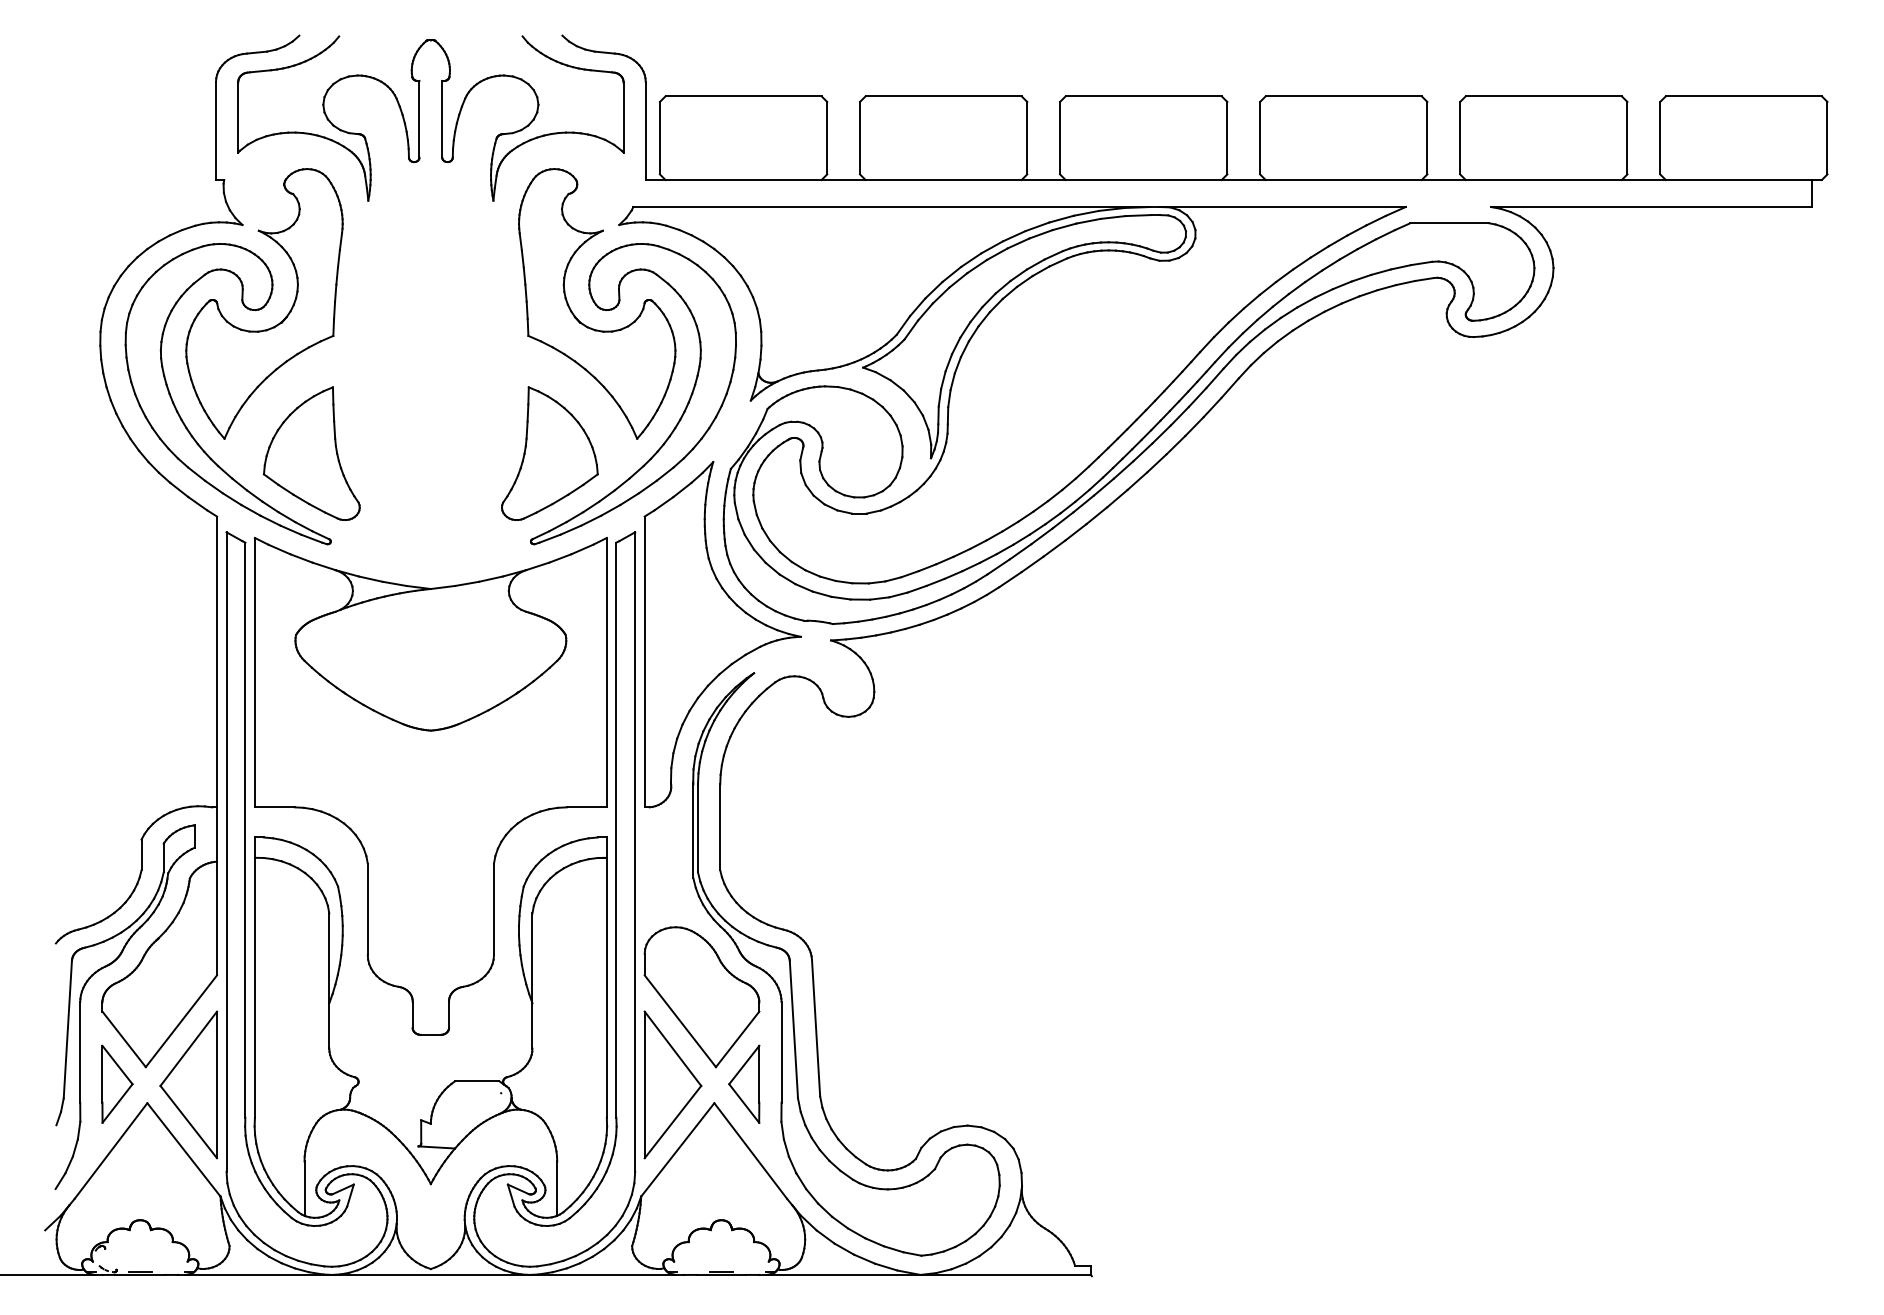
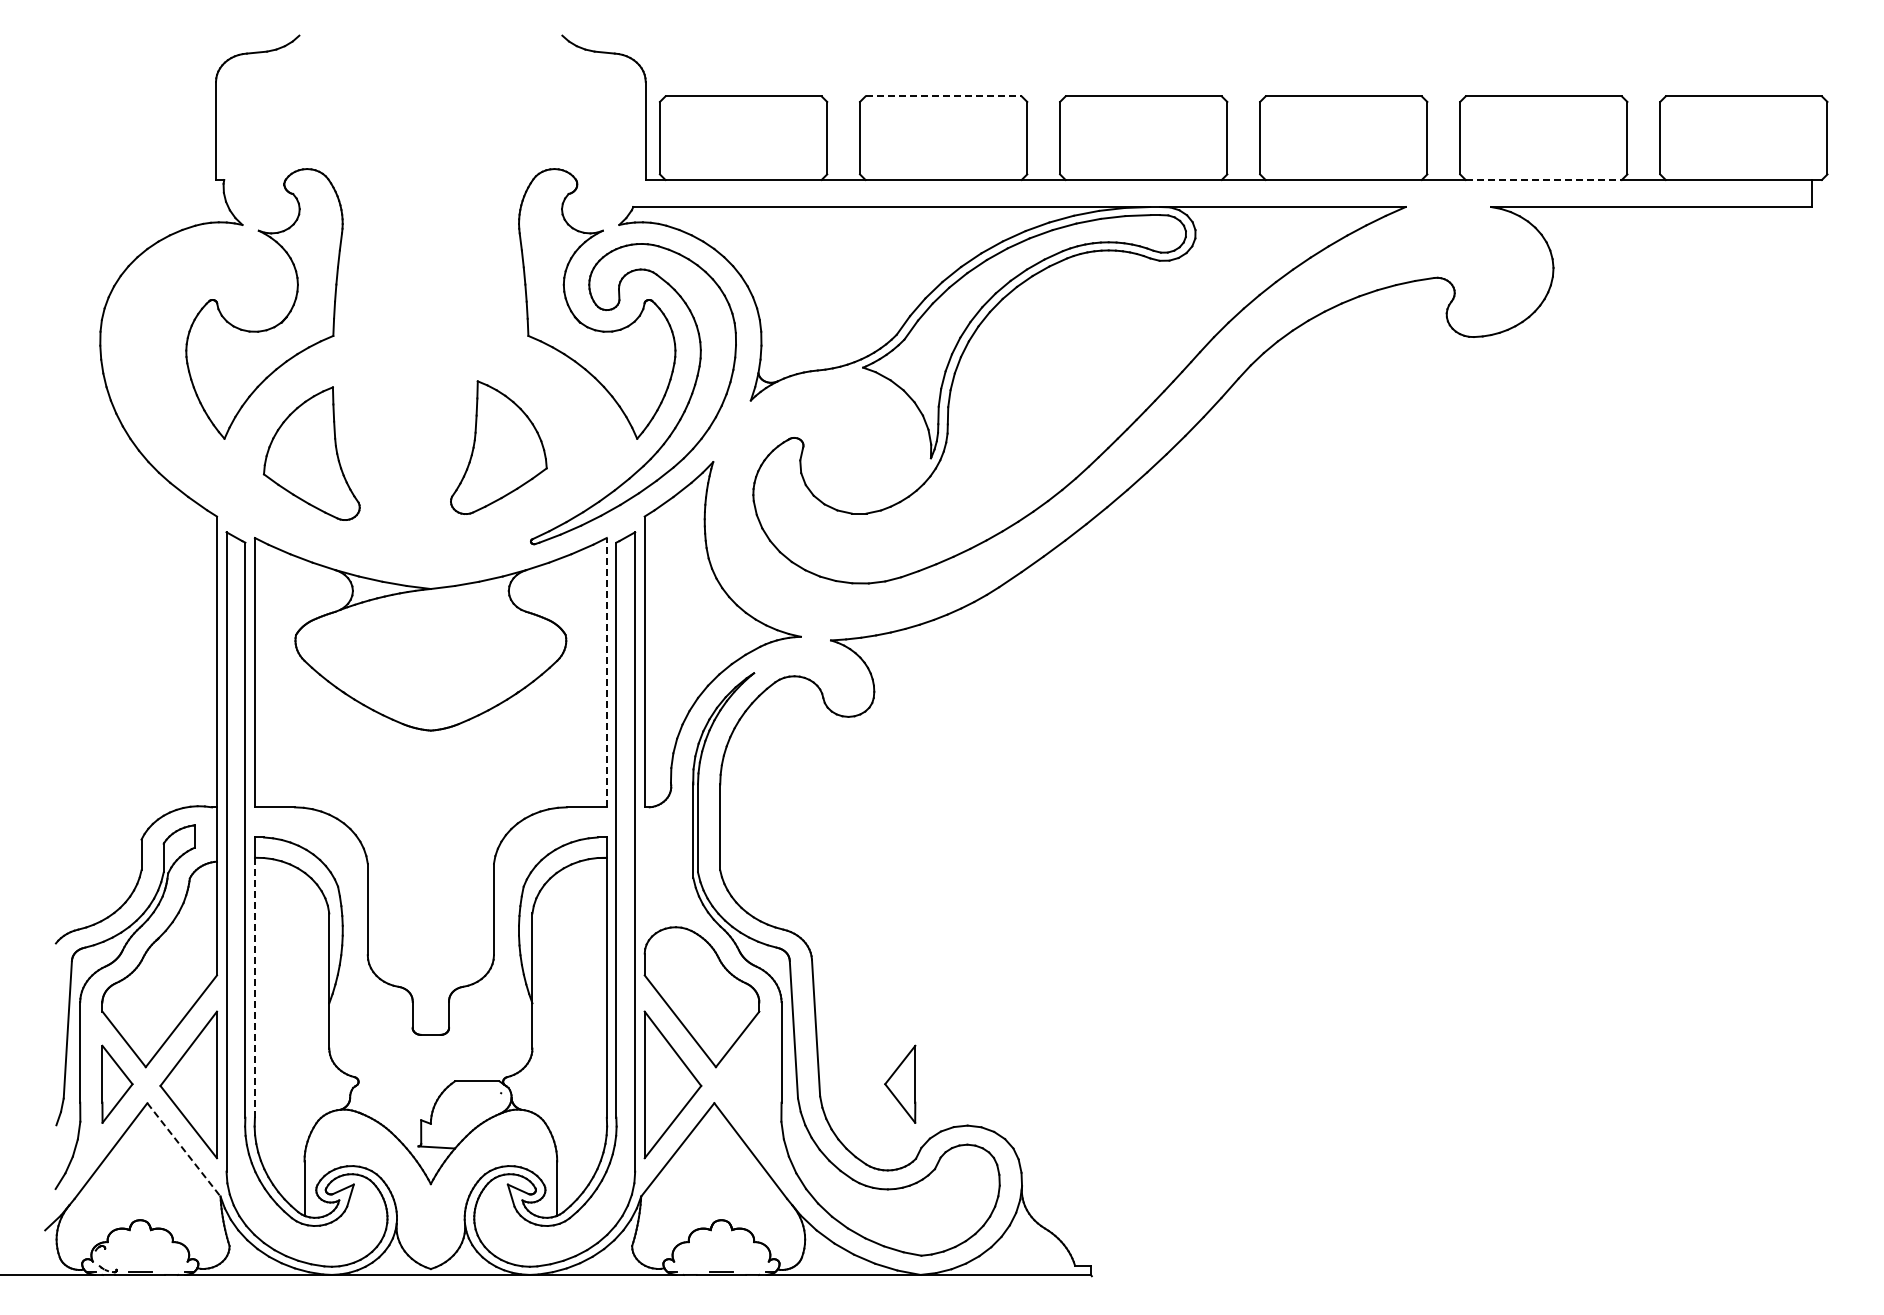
line at (944, 96): solid -> dashed
part at (419, 118): present -> none
line at (1544, 180): solid -> dashed
part at (184, 422): present -> none
part at (1142, 437): present -> none
part at (549, 453) position: (549, 453) -> (498, 447)
line at (606, 672): solid -> dashed
line at (254, 987): solid -> dashed
part at (744, 1083) position: (744, 1083) -> (900, 1083)
line at (184, 1150): solid -> dashed
